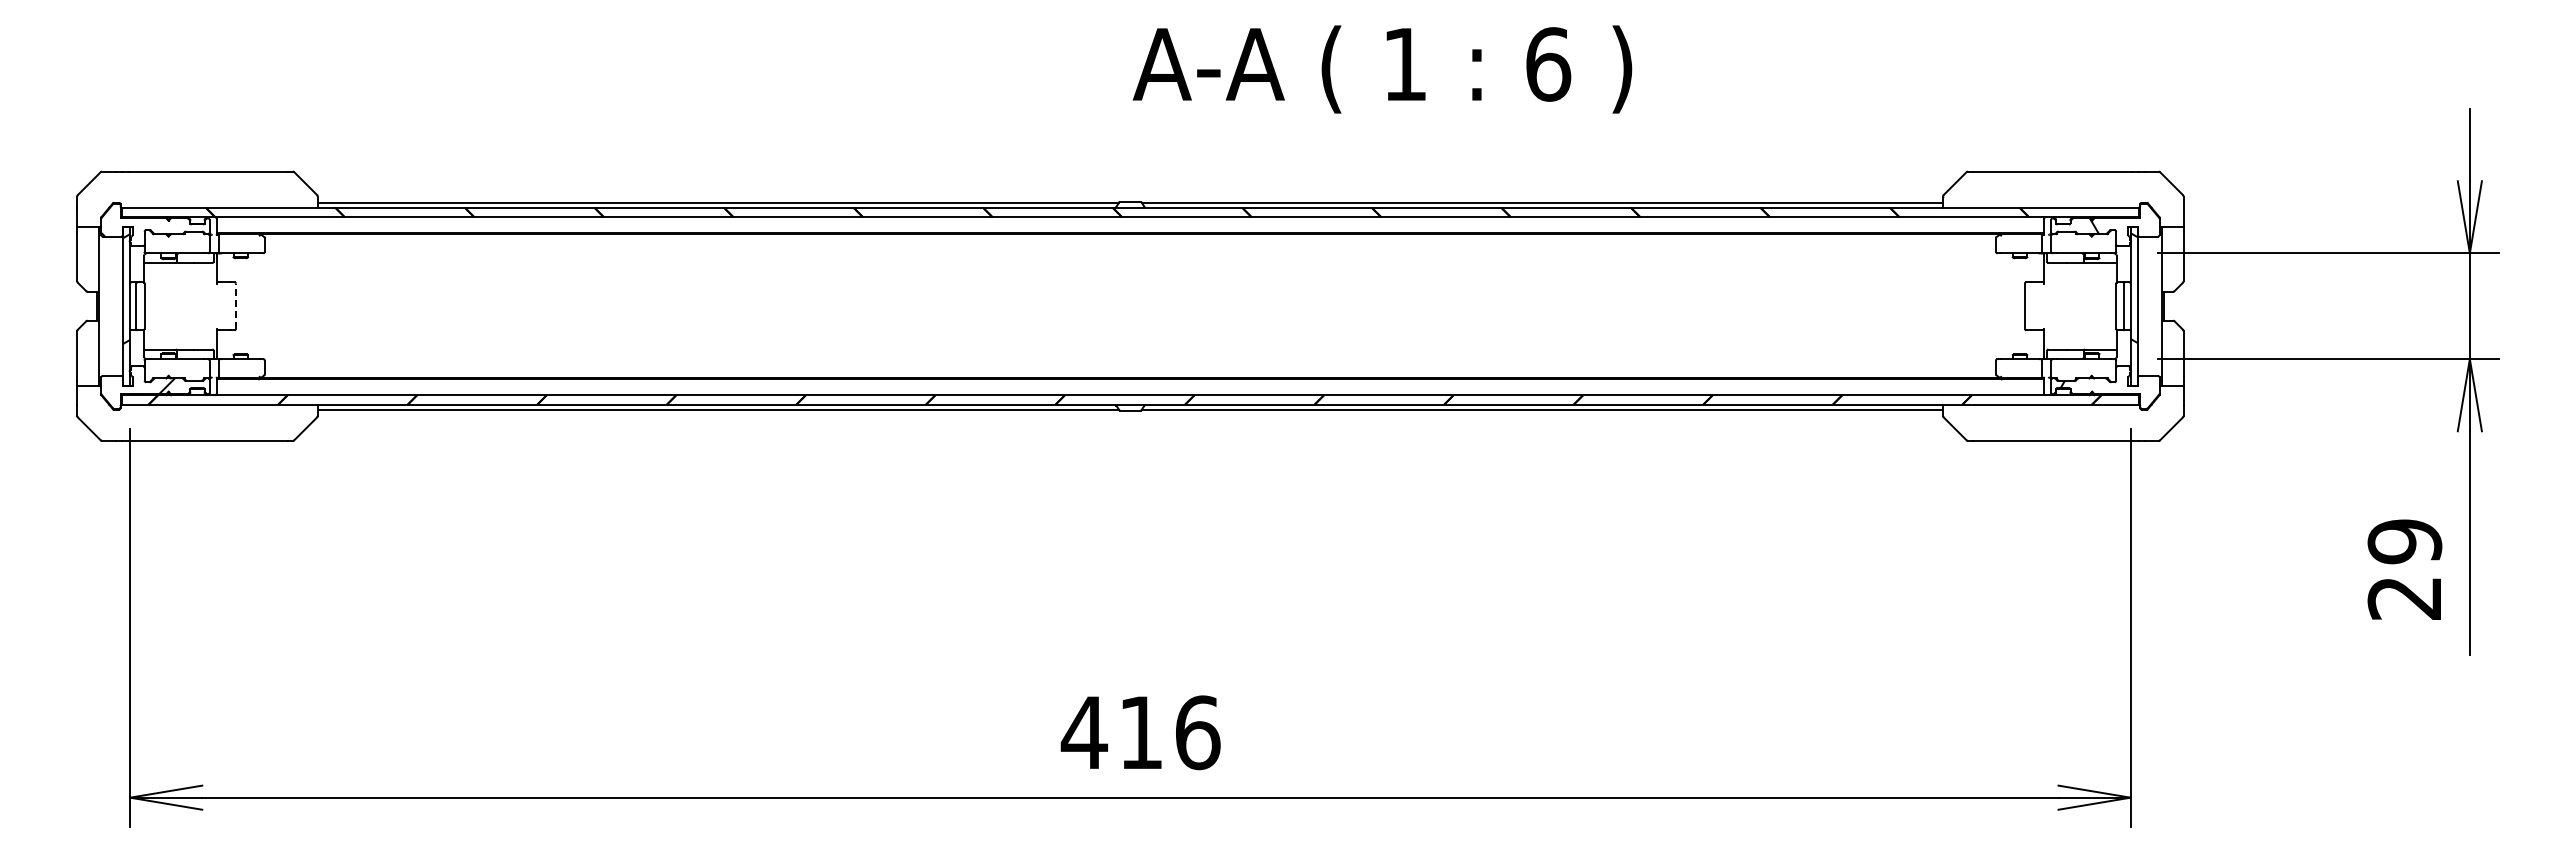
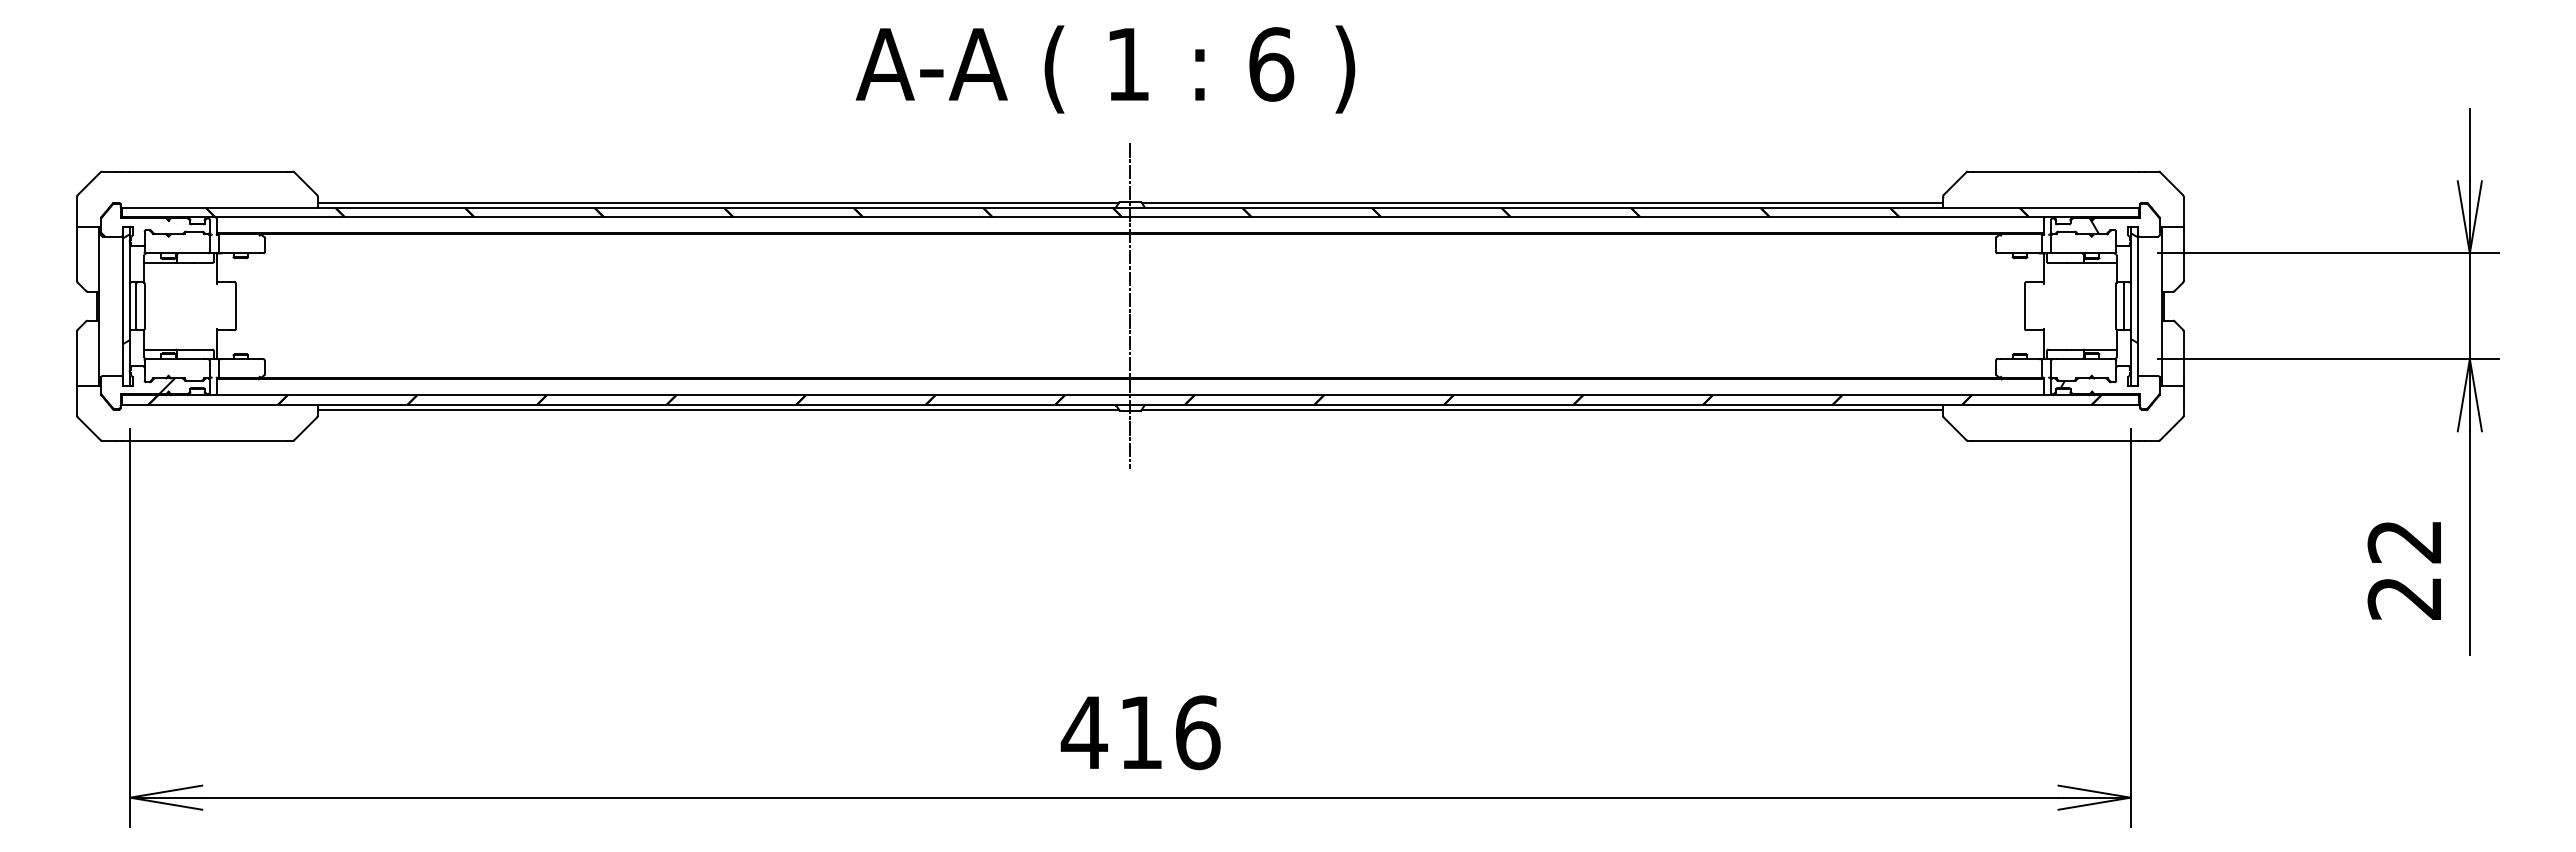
text at (1382, 69) position: (1382, 69) -> (1105, 69)
line at (235, 306): dashed -> solid
line at (1130, 306): none -> present
text at (2404, 541): 29 -> 22
